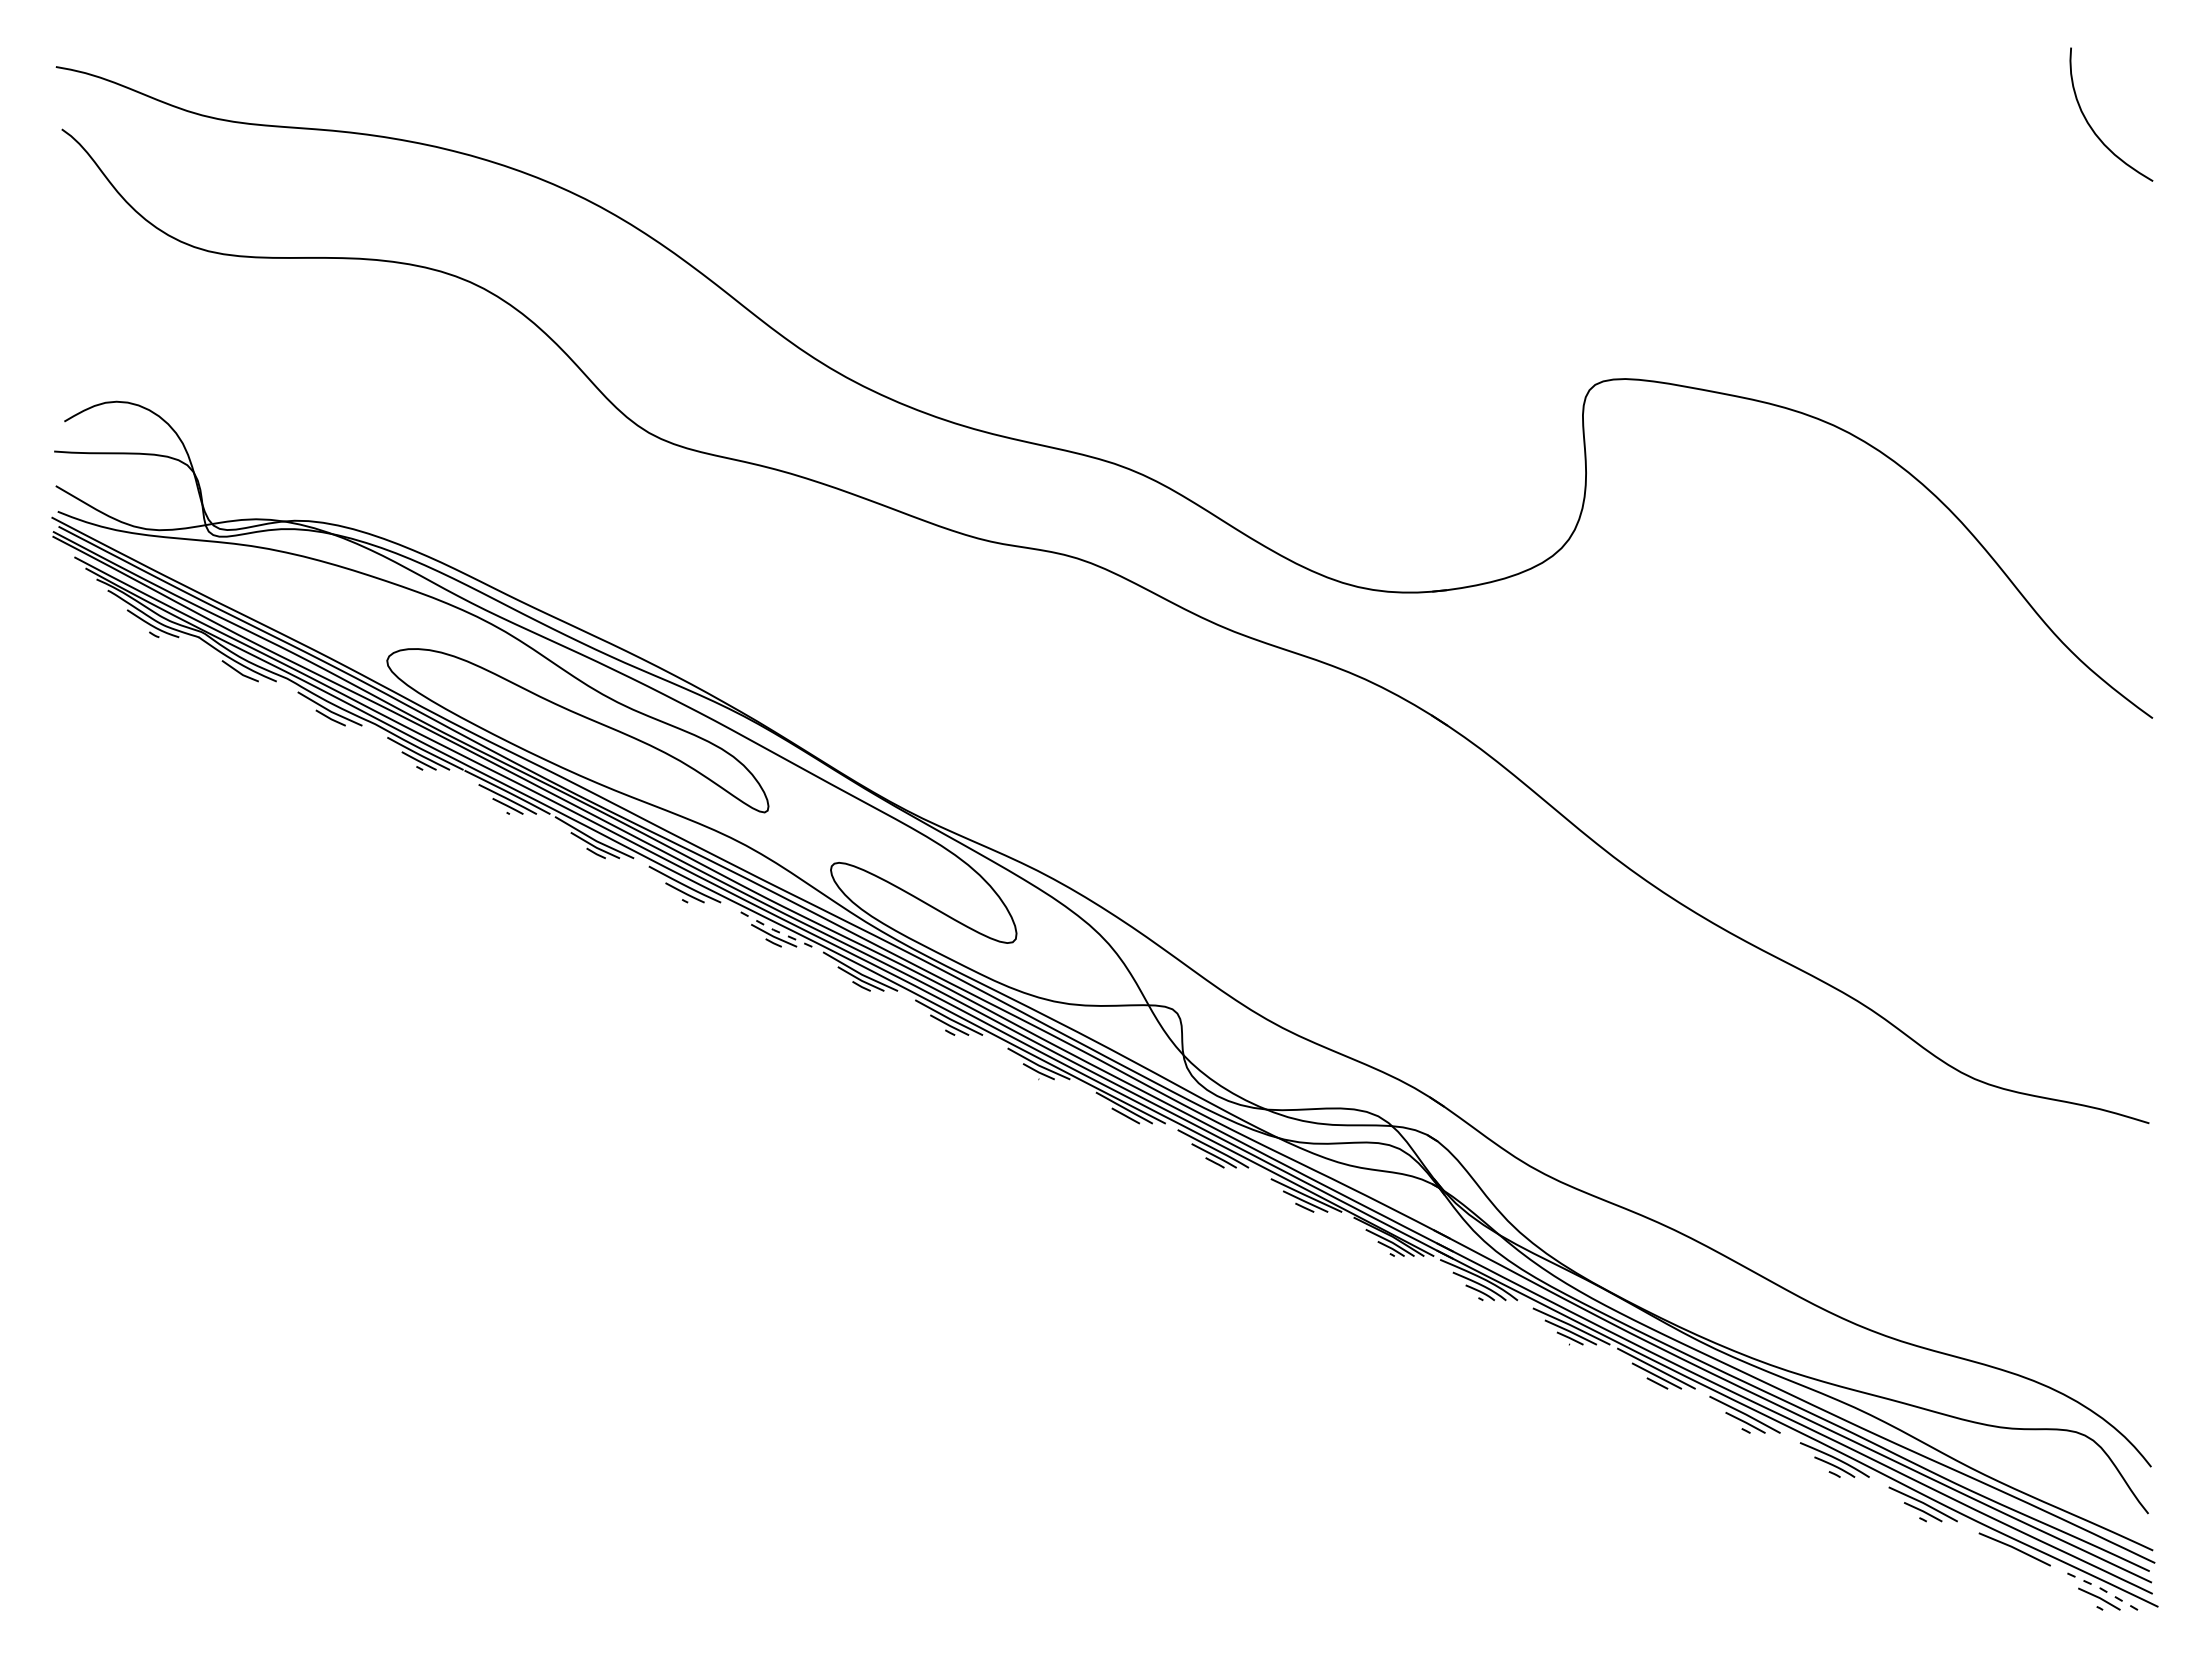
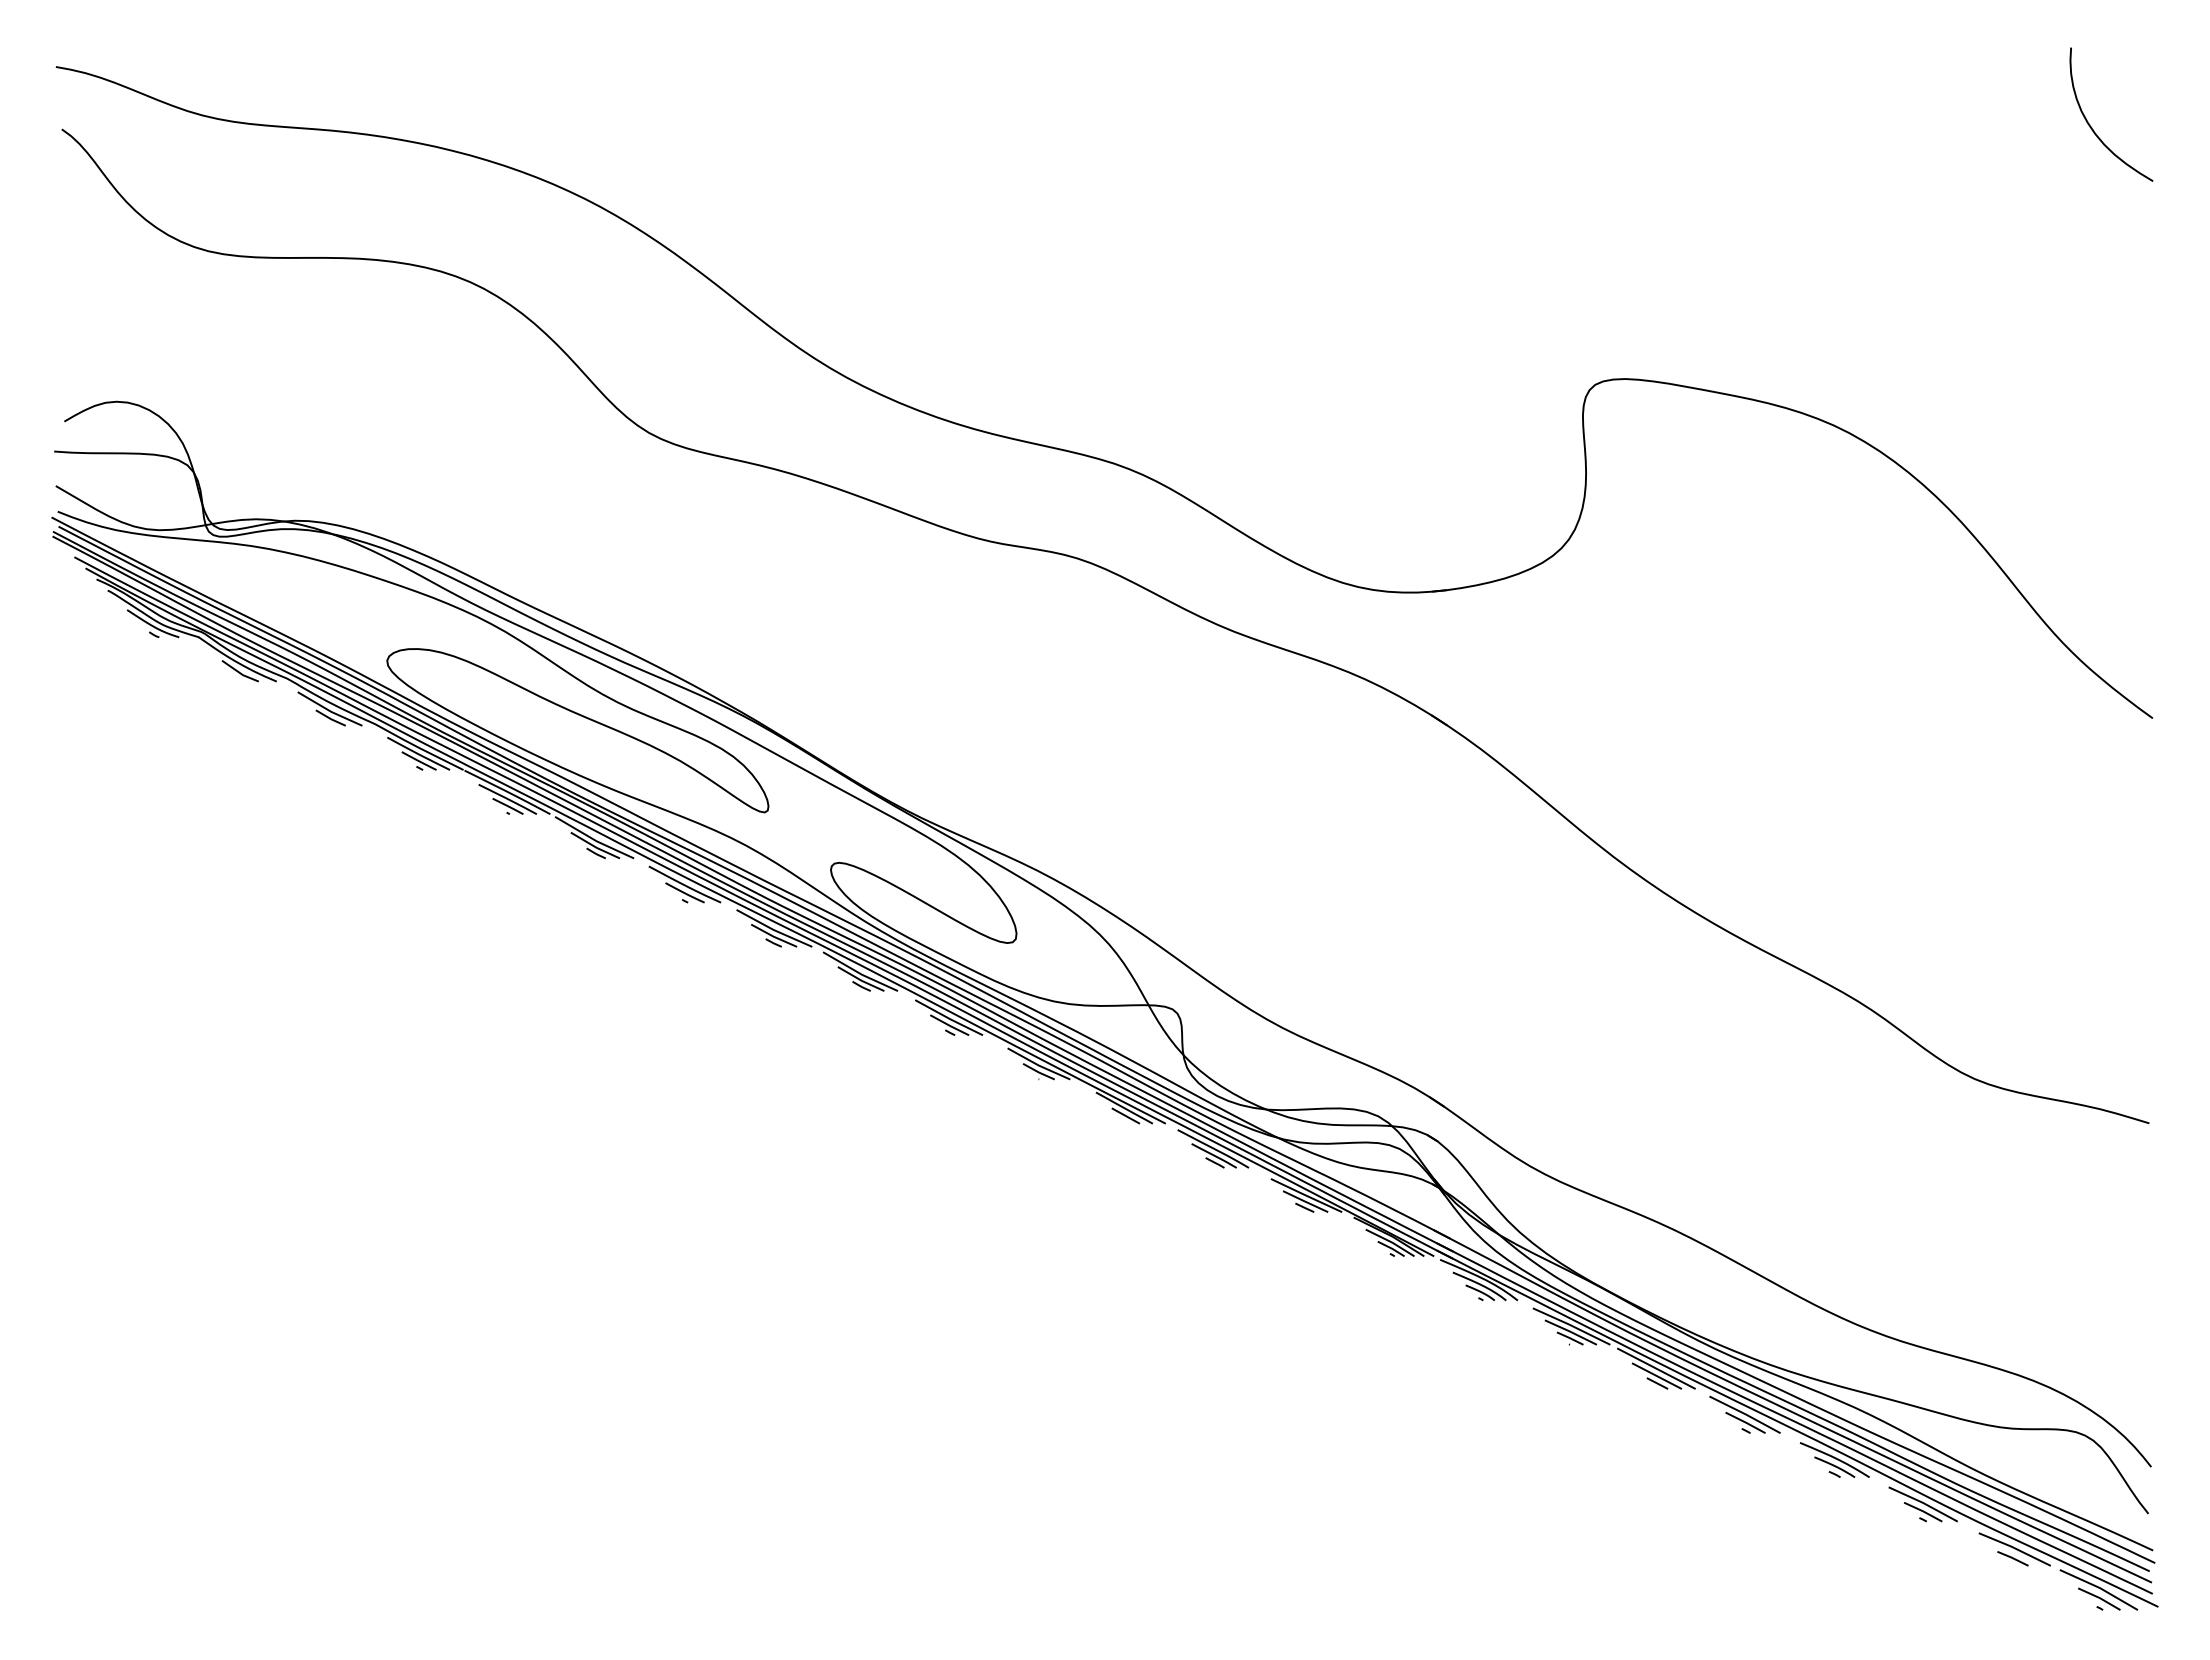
line at (773, 929): dashed -> solid
line at (2012, 1558): none -> present
line at (2099, 1588): dashed -> solid
